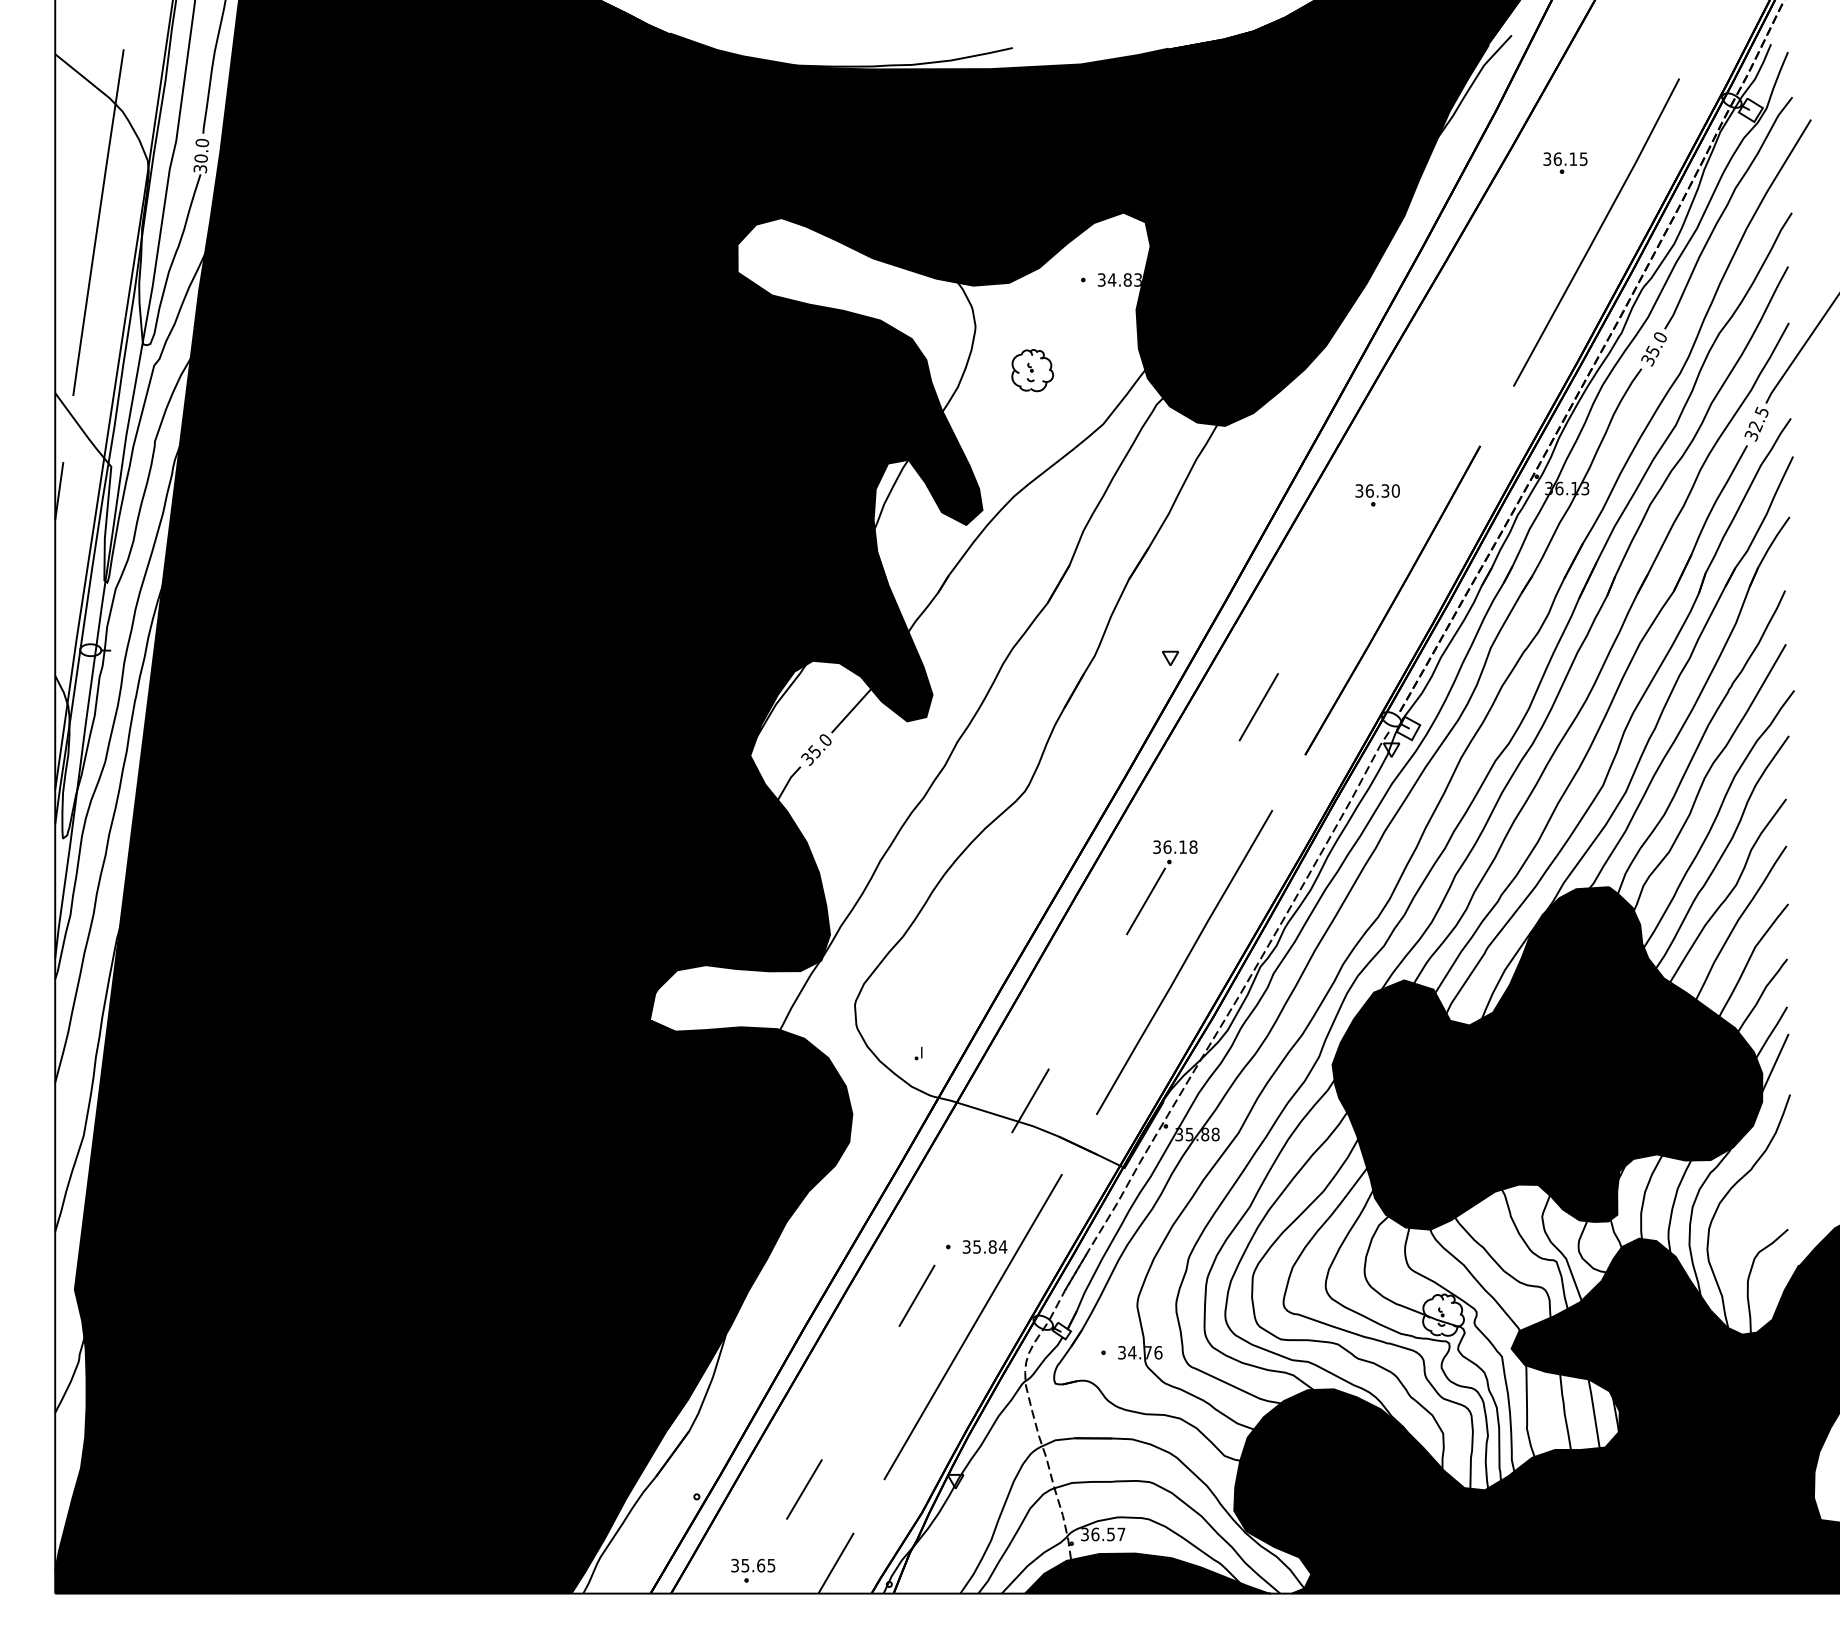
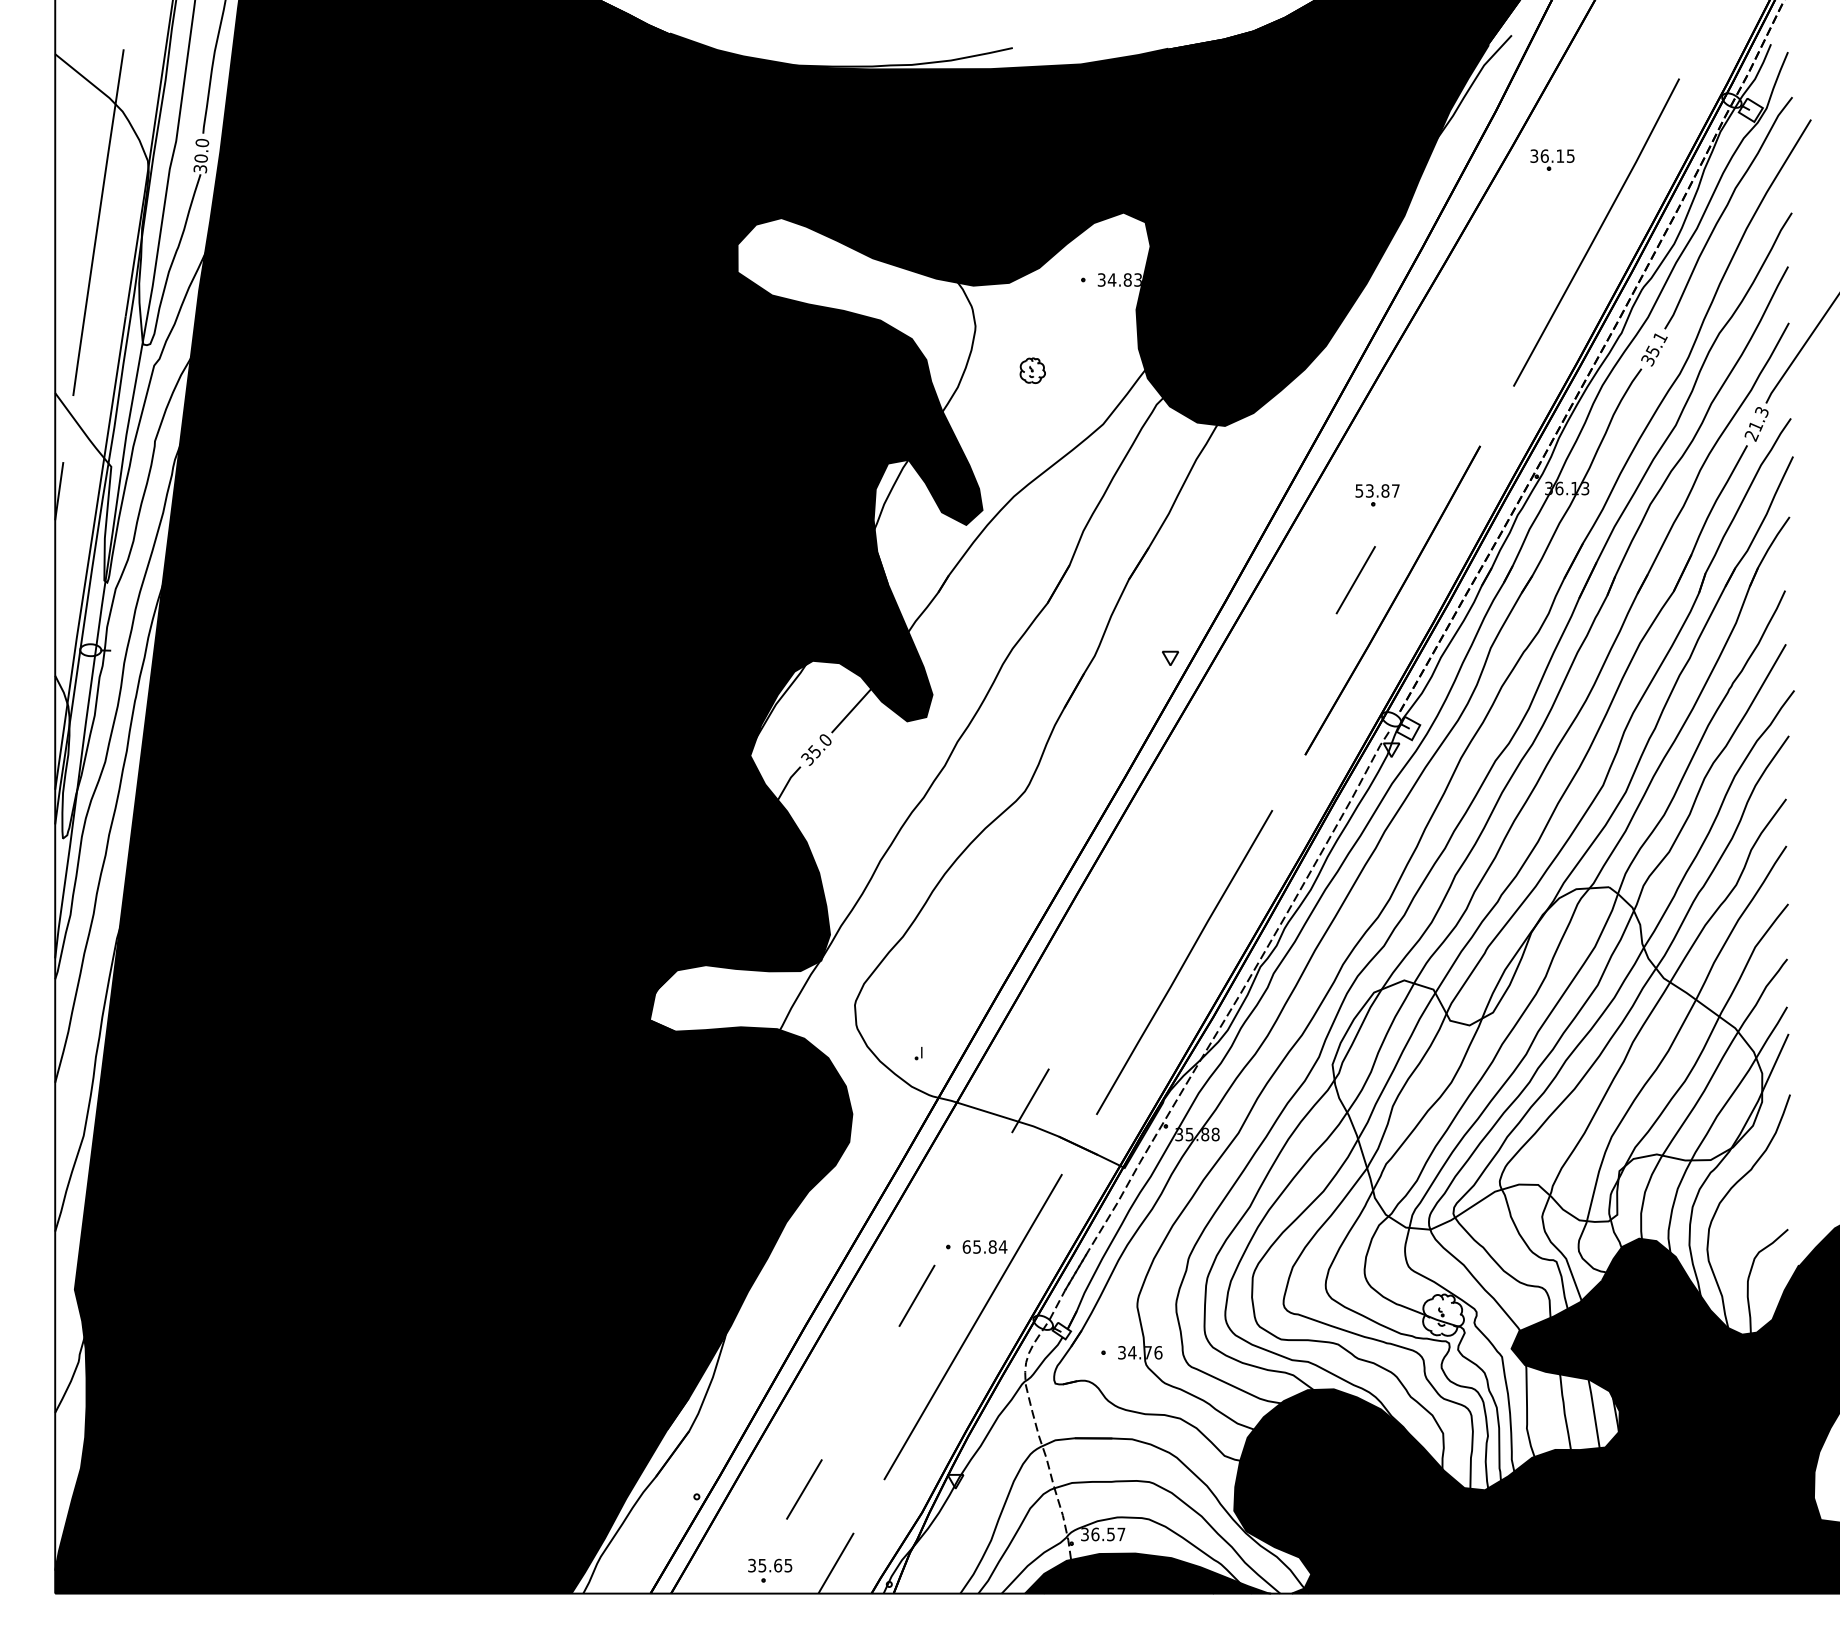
part at (1565, 162) position: (1565, 162) -> (1552, 159)
text at (1660, 337): 35.0 -> 35.1
part at (1032, 370) size: 44x44 px -> 27x27 px
text at (1756, 423): 32.5 -> 21.3
text at (1377, 490): 36.30 -> 53.87
line at (1258, 707) position: (1258, 707) -> (1355, 580)
part at (1161, 887): present -> none
fill at (1547, 1058): present -> none
text at (966, 1246): 35.84 -> 65.84
part at (753, 1570) position: (753, 1570) -> (770, 1570)
